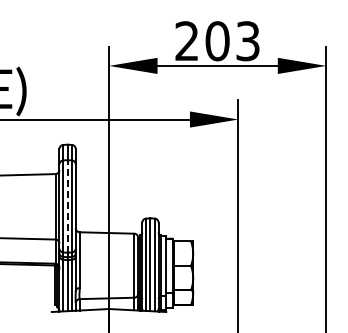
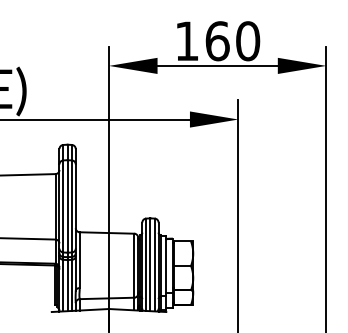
text at (217, 41): 203 -> 160
line at (67, 205): dashed -> solid
